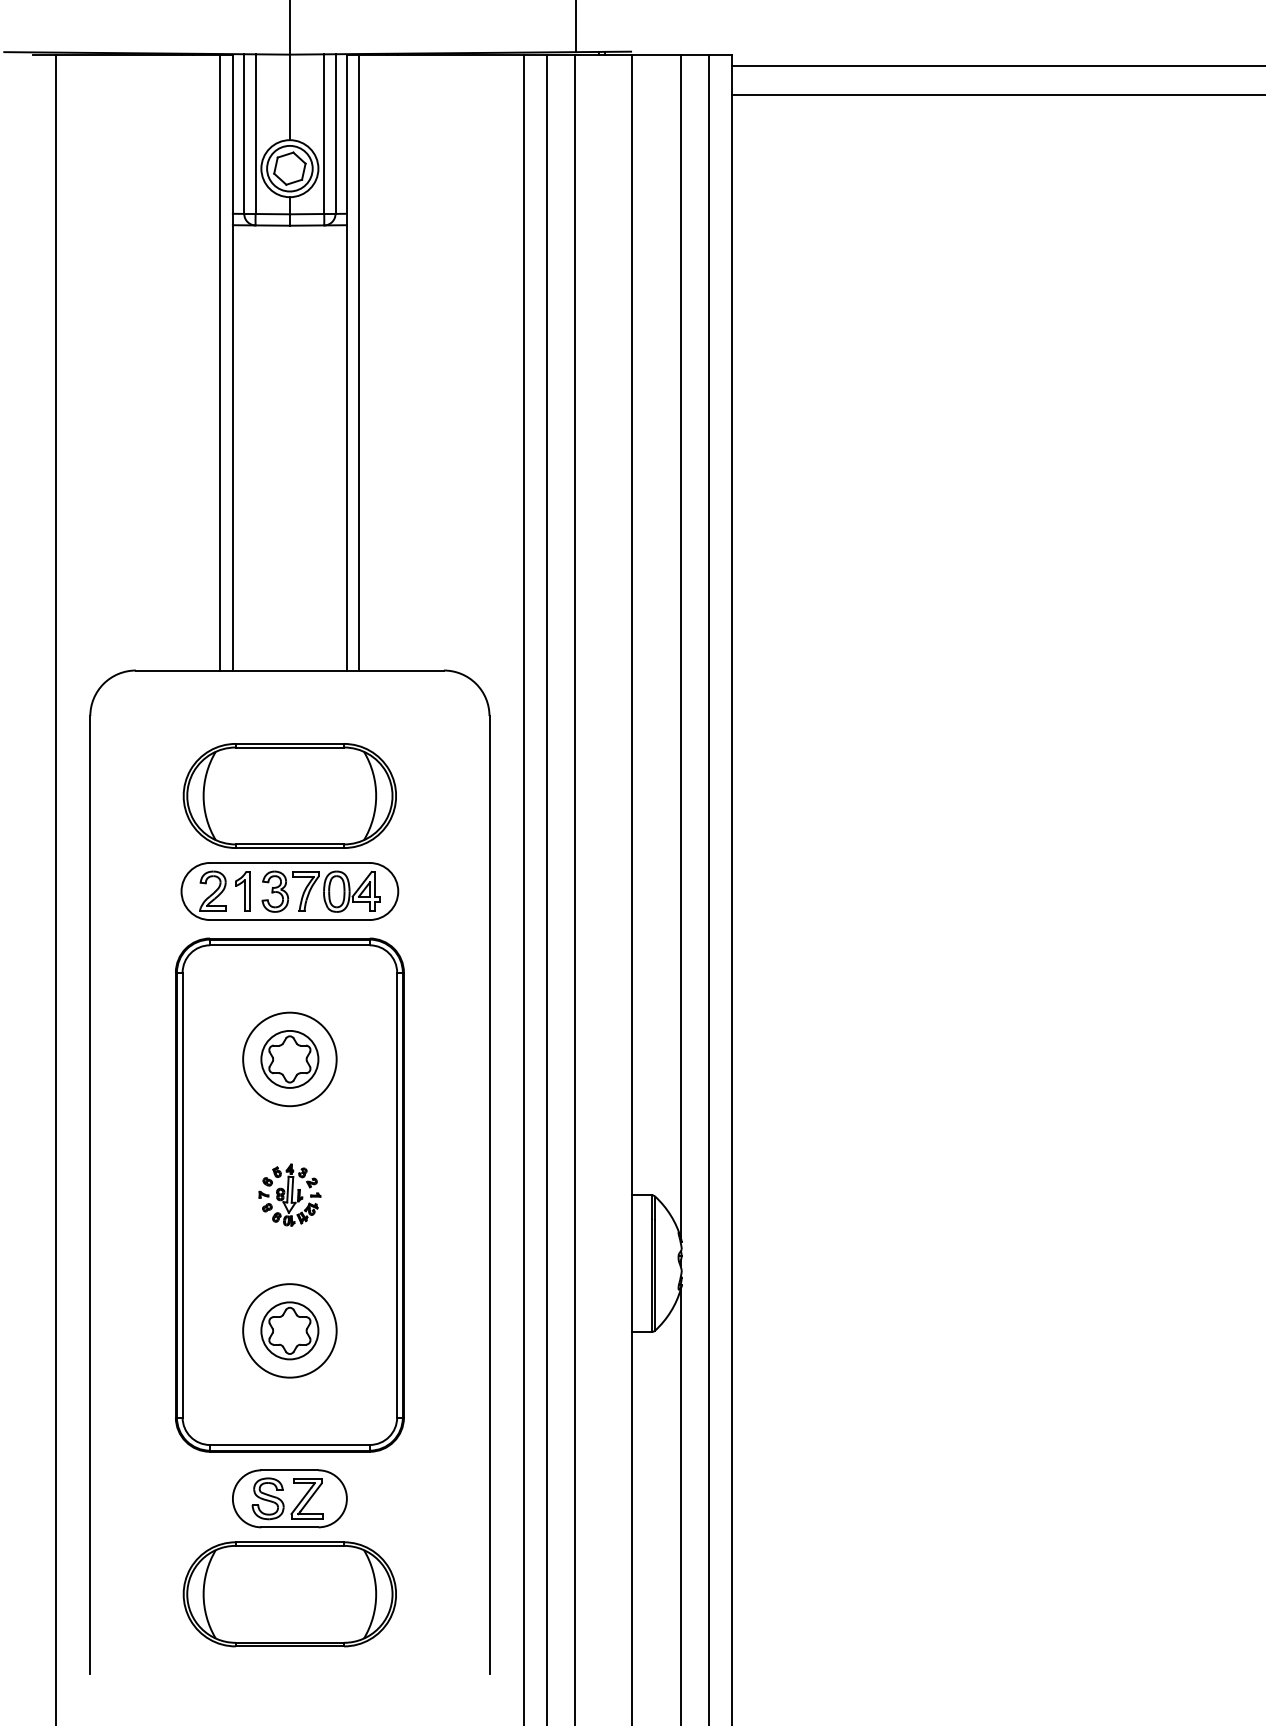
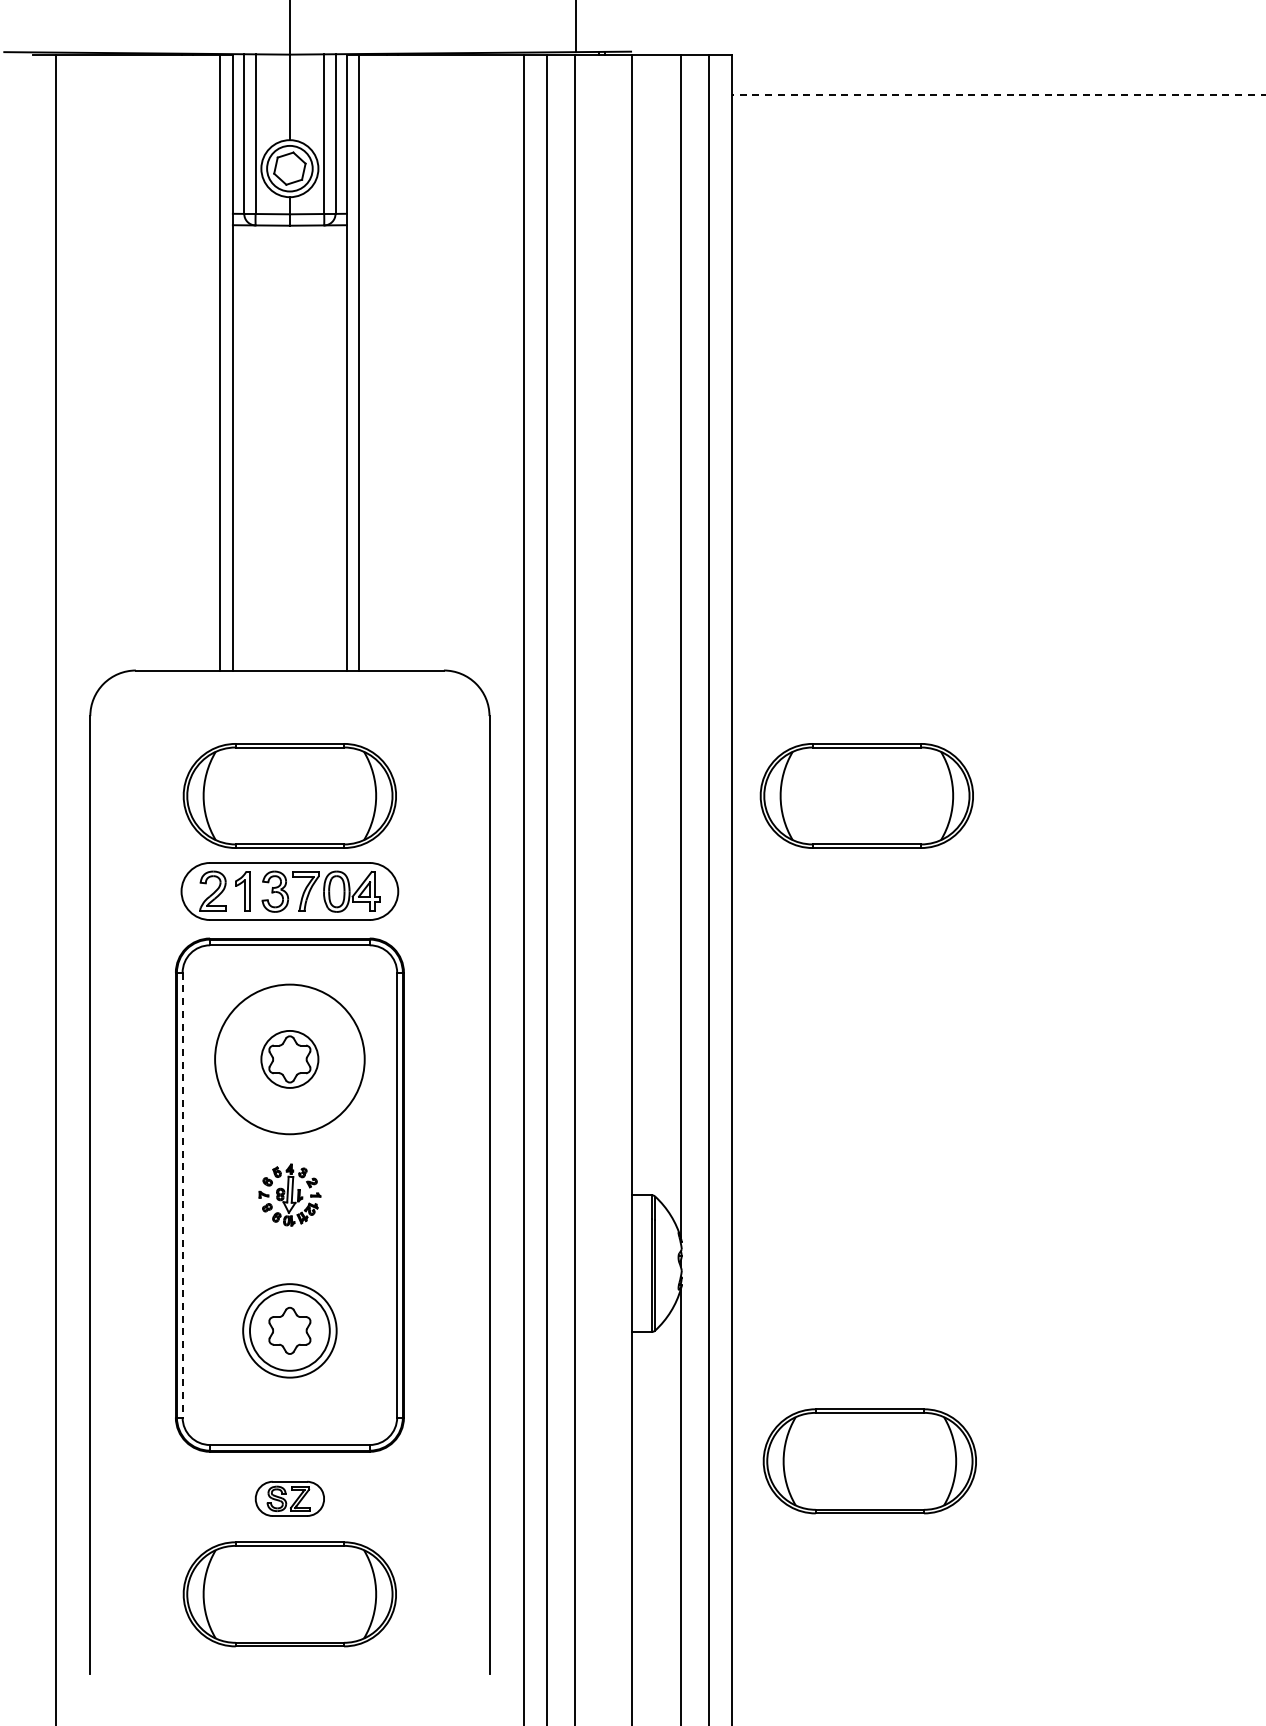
line at (996, 66): present -> none
line at (998, 94): solid -> dashed
part at (866, 795): none -> present
circle at (289, 1059) diameter: 94 px -> 150 px
line at (182, 1195): solid -> dashed
circle at (289, 1330) diameter: 57 px -> 80 px
part at (869, 1461): none -> present
part at (289, 1498) size: 116x60 px -> 71x37 px
